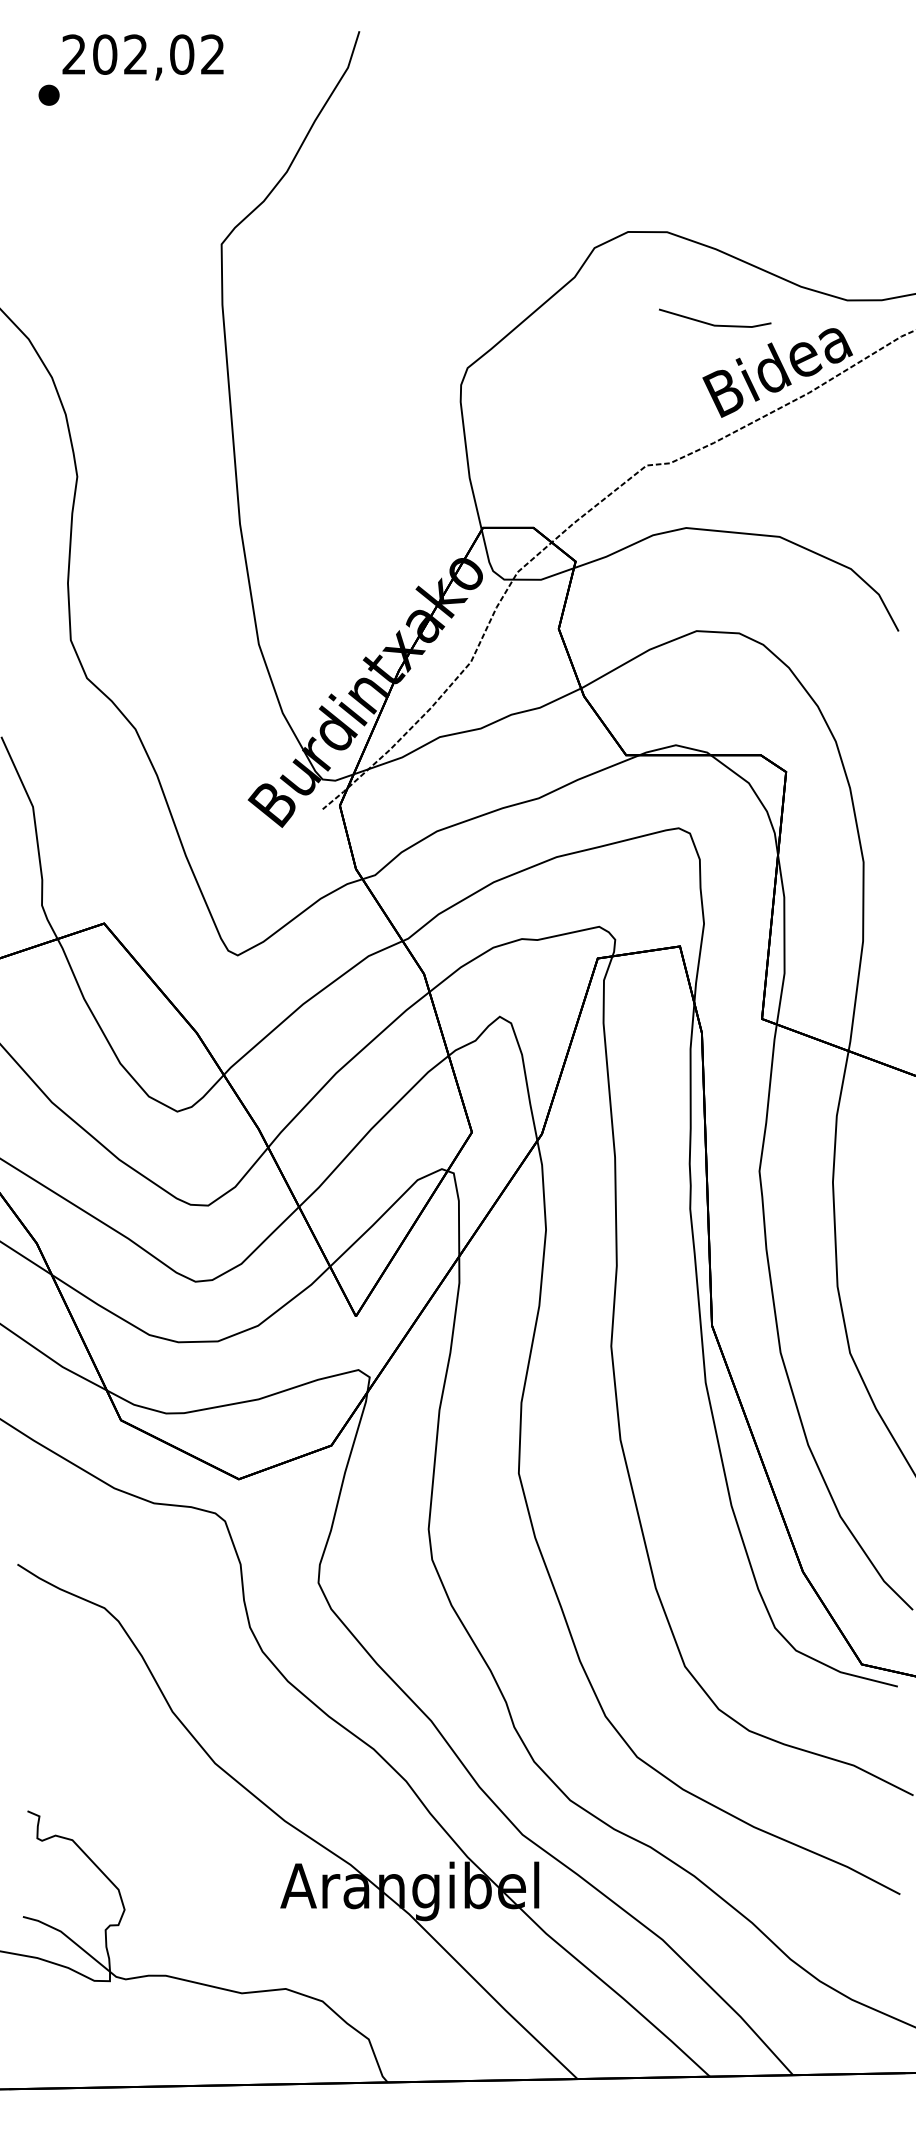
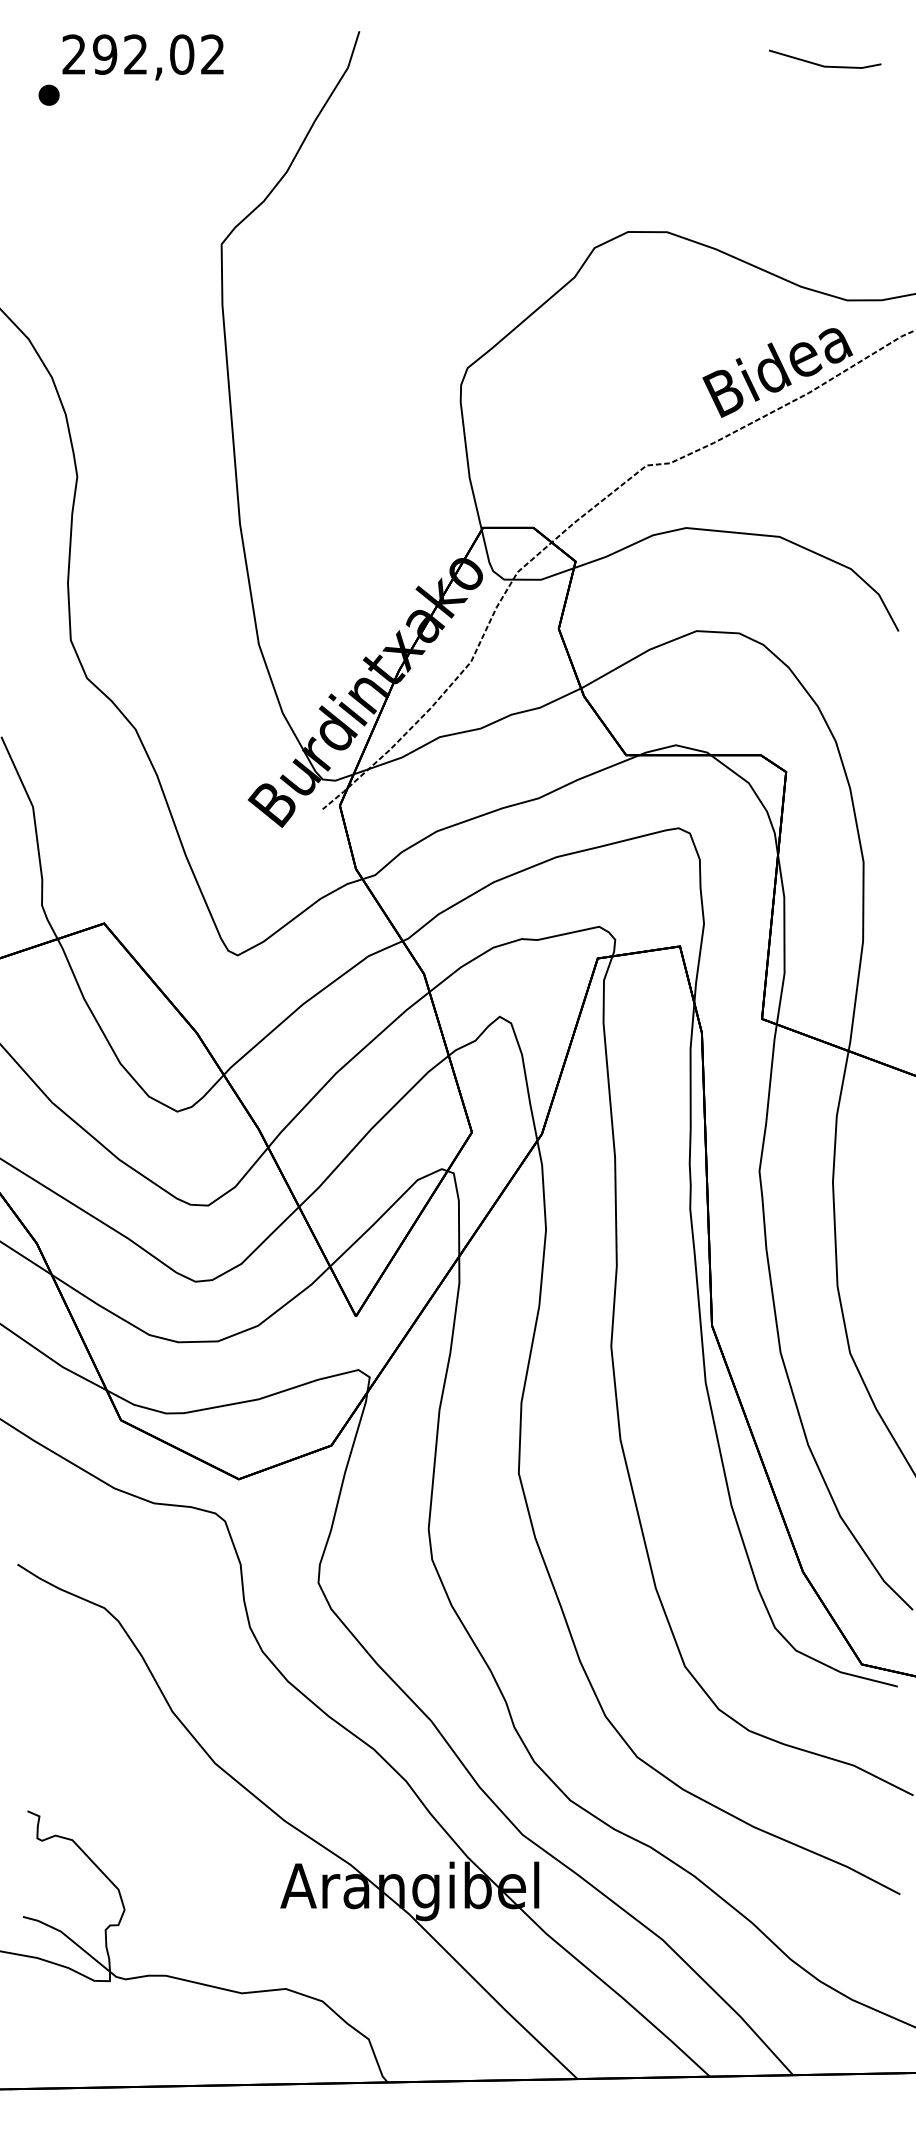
text at (104, 54): 202,02 -> 292,02
line at (715, 324) position: (715, 324) -> (825, 65)
